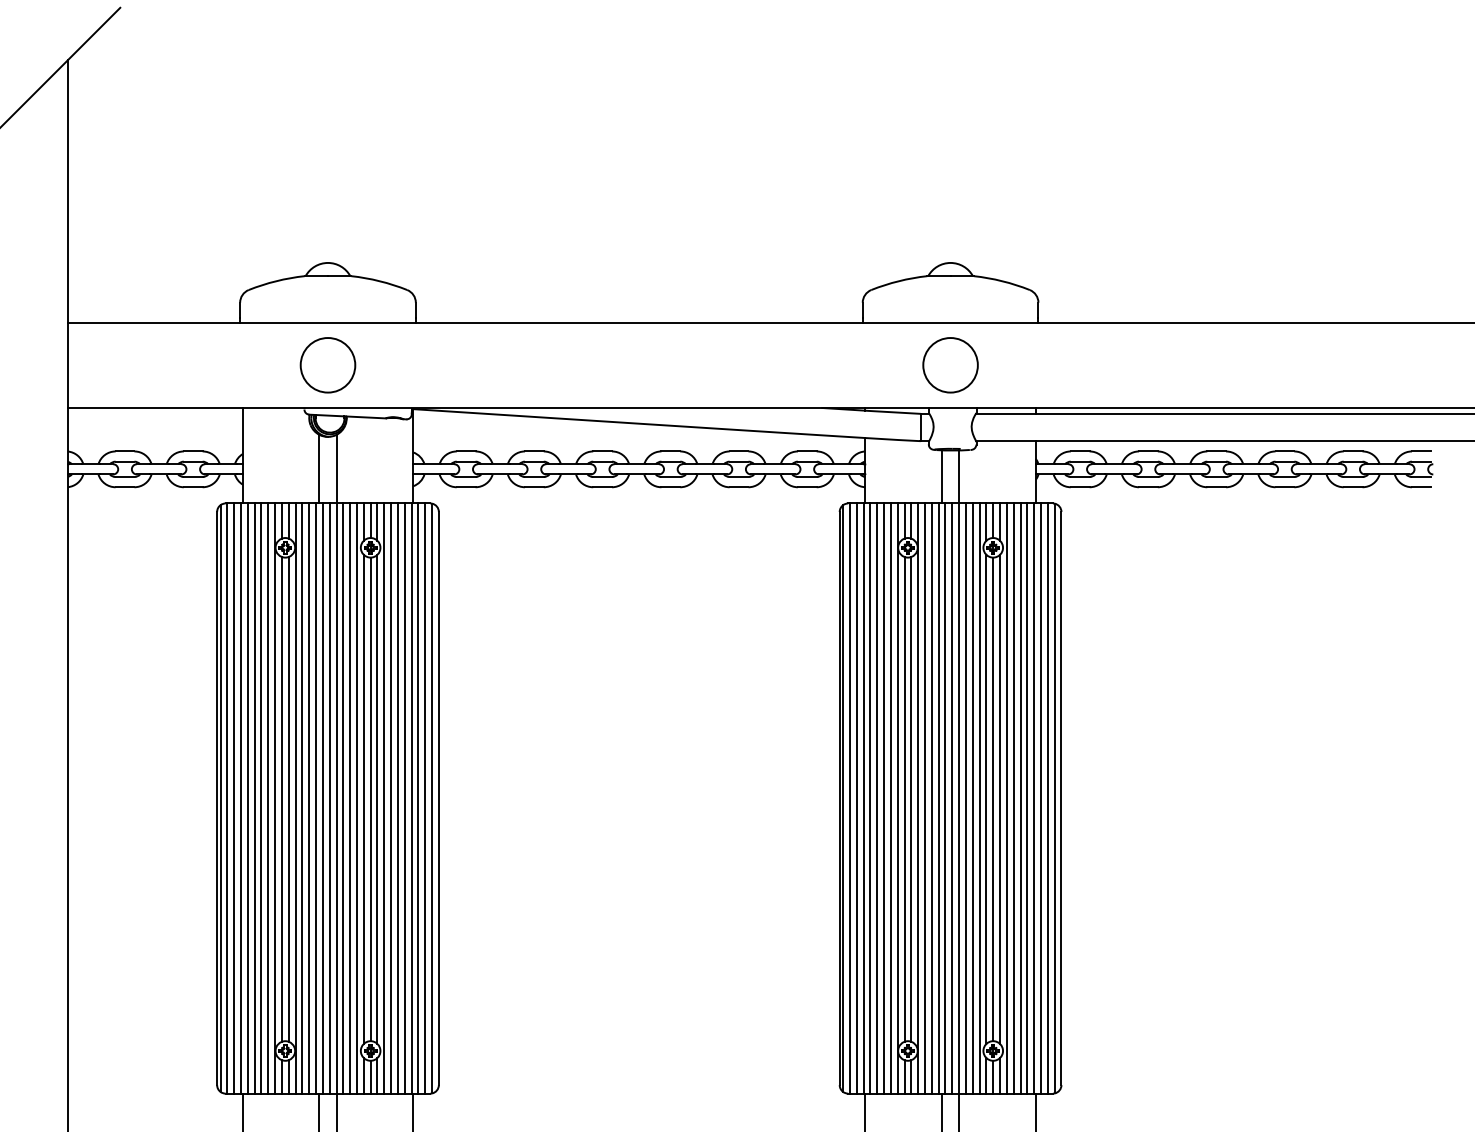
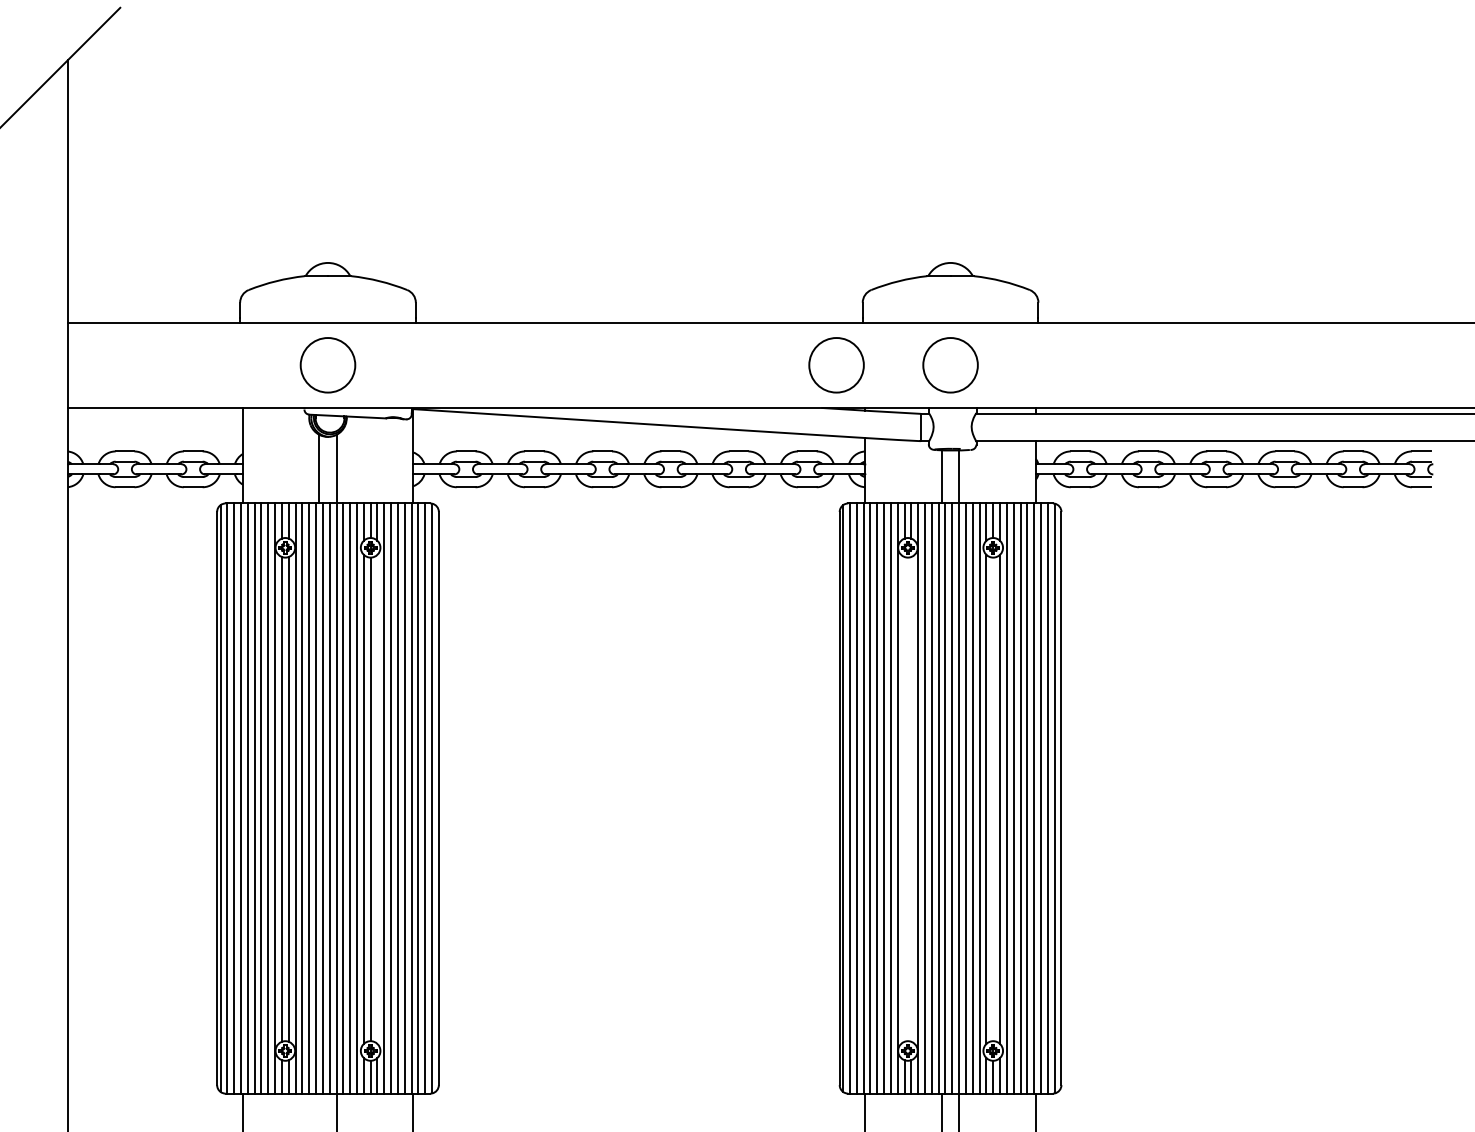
circle at (836, 365): none -> present
line at (377, 798): present -> none
line at (904, 799): present -> none
line at (911, 799): present -> none
line at (993, 799): present -> none
line at (319, 1110): present -> none
